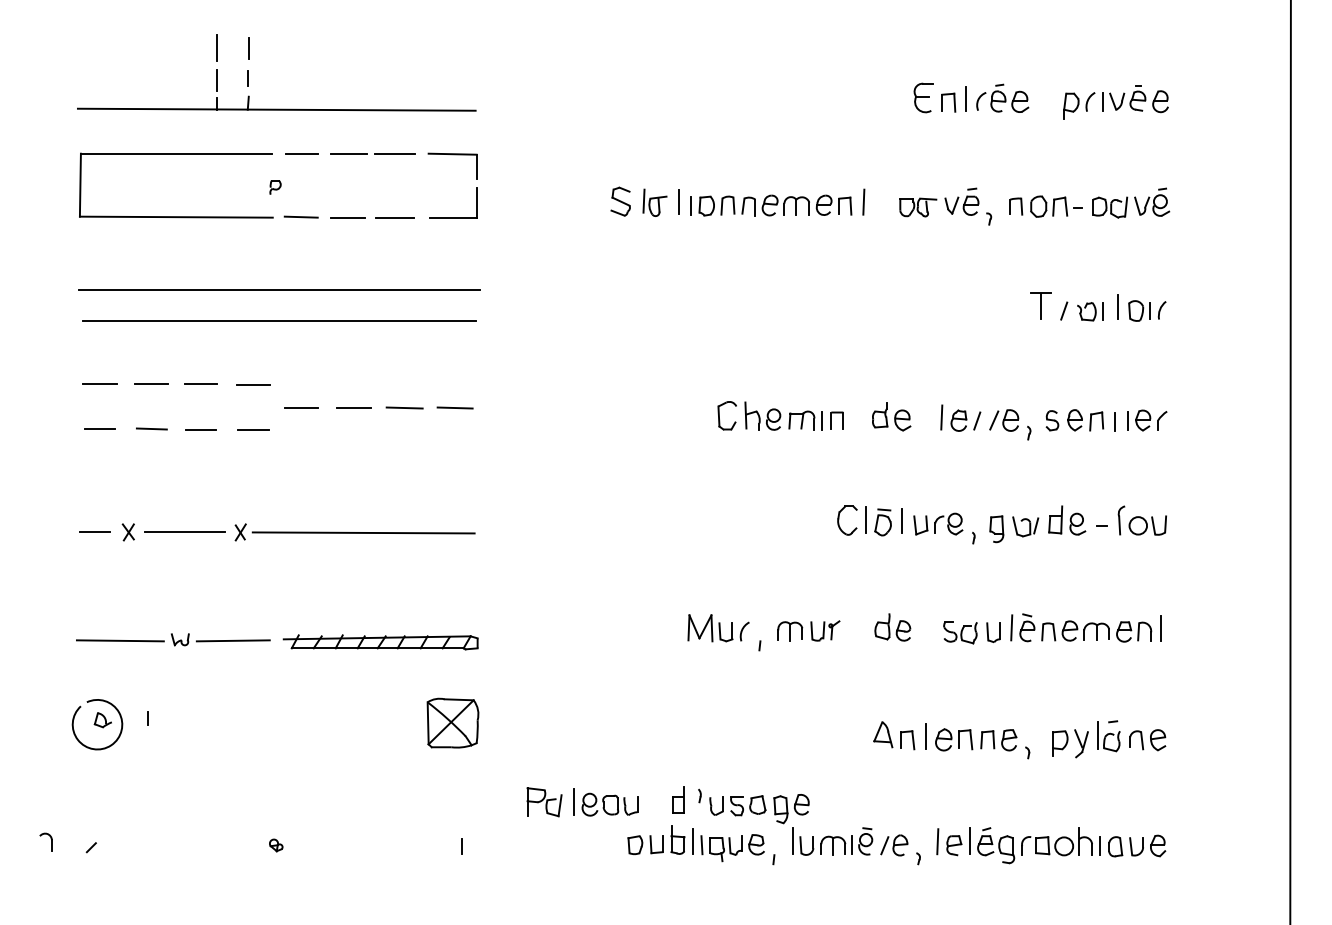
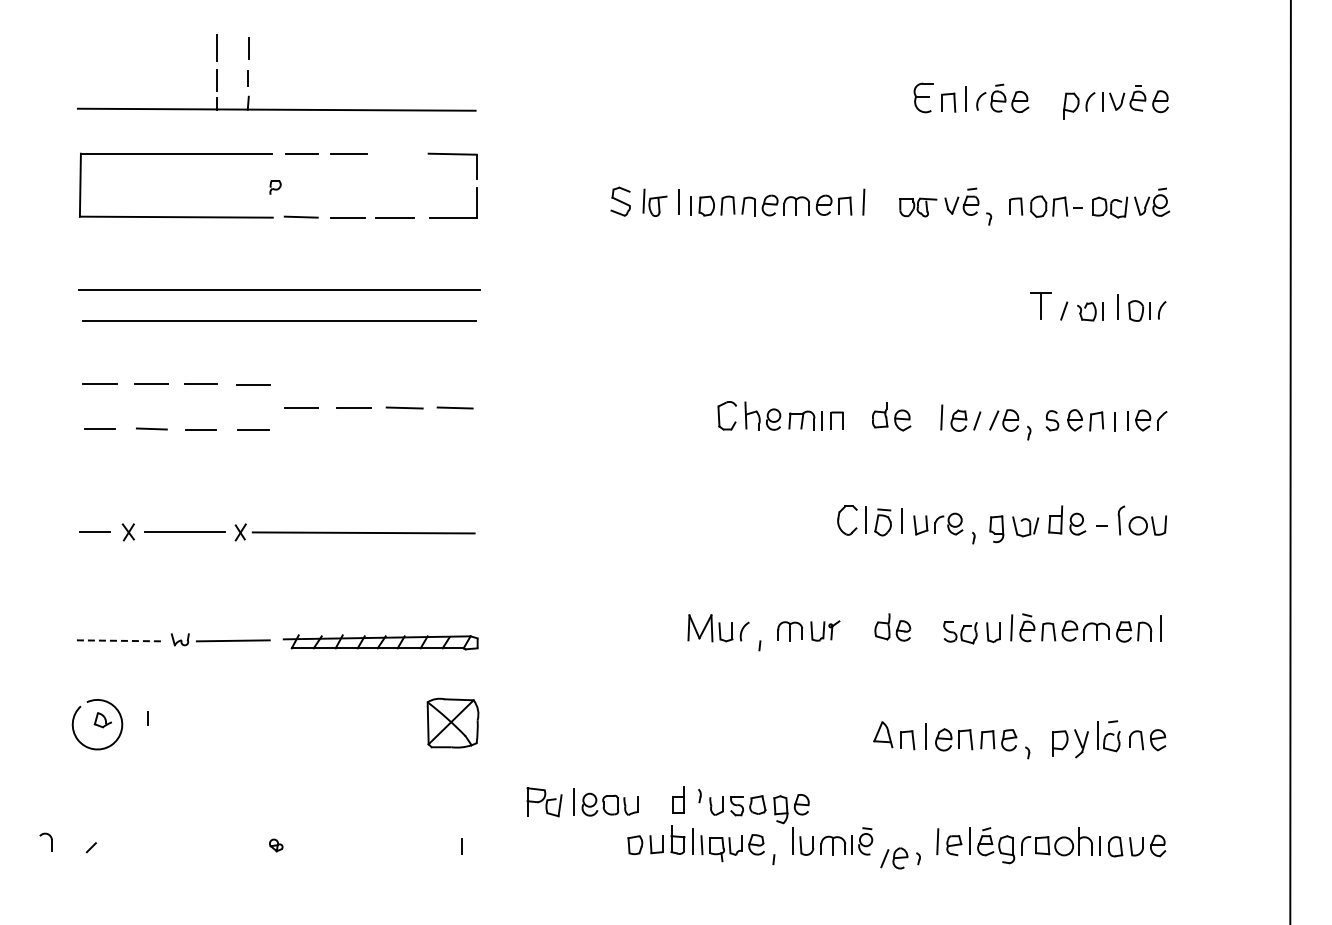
line at (394, 153): present -> none
line at (120, 640): solid -> dashed
part at (894, 845) position: (894, 845) -> (894, 858)
